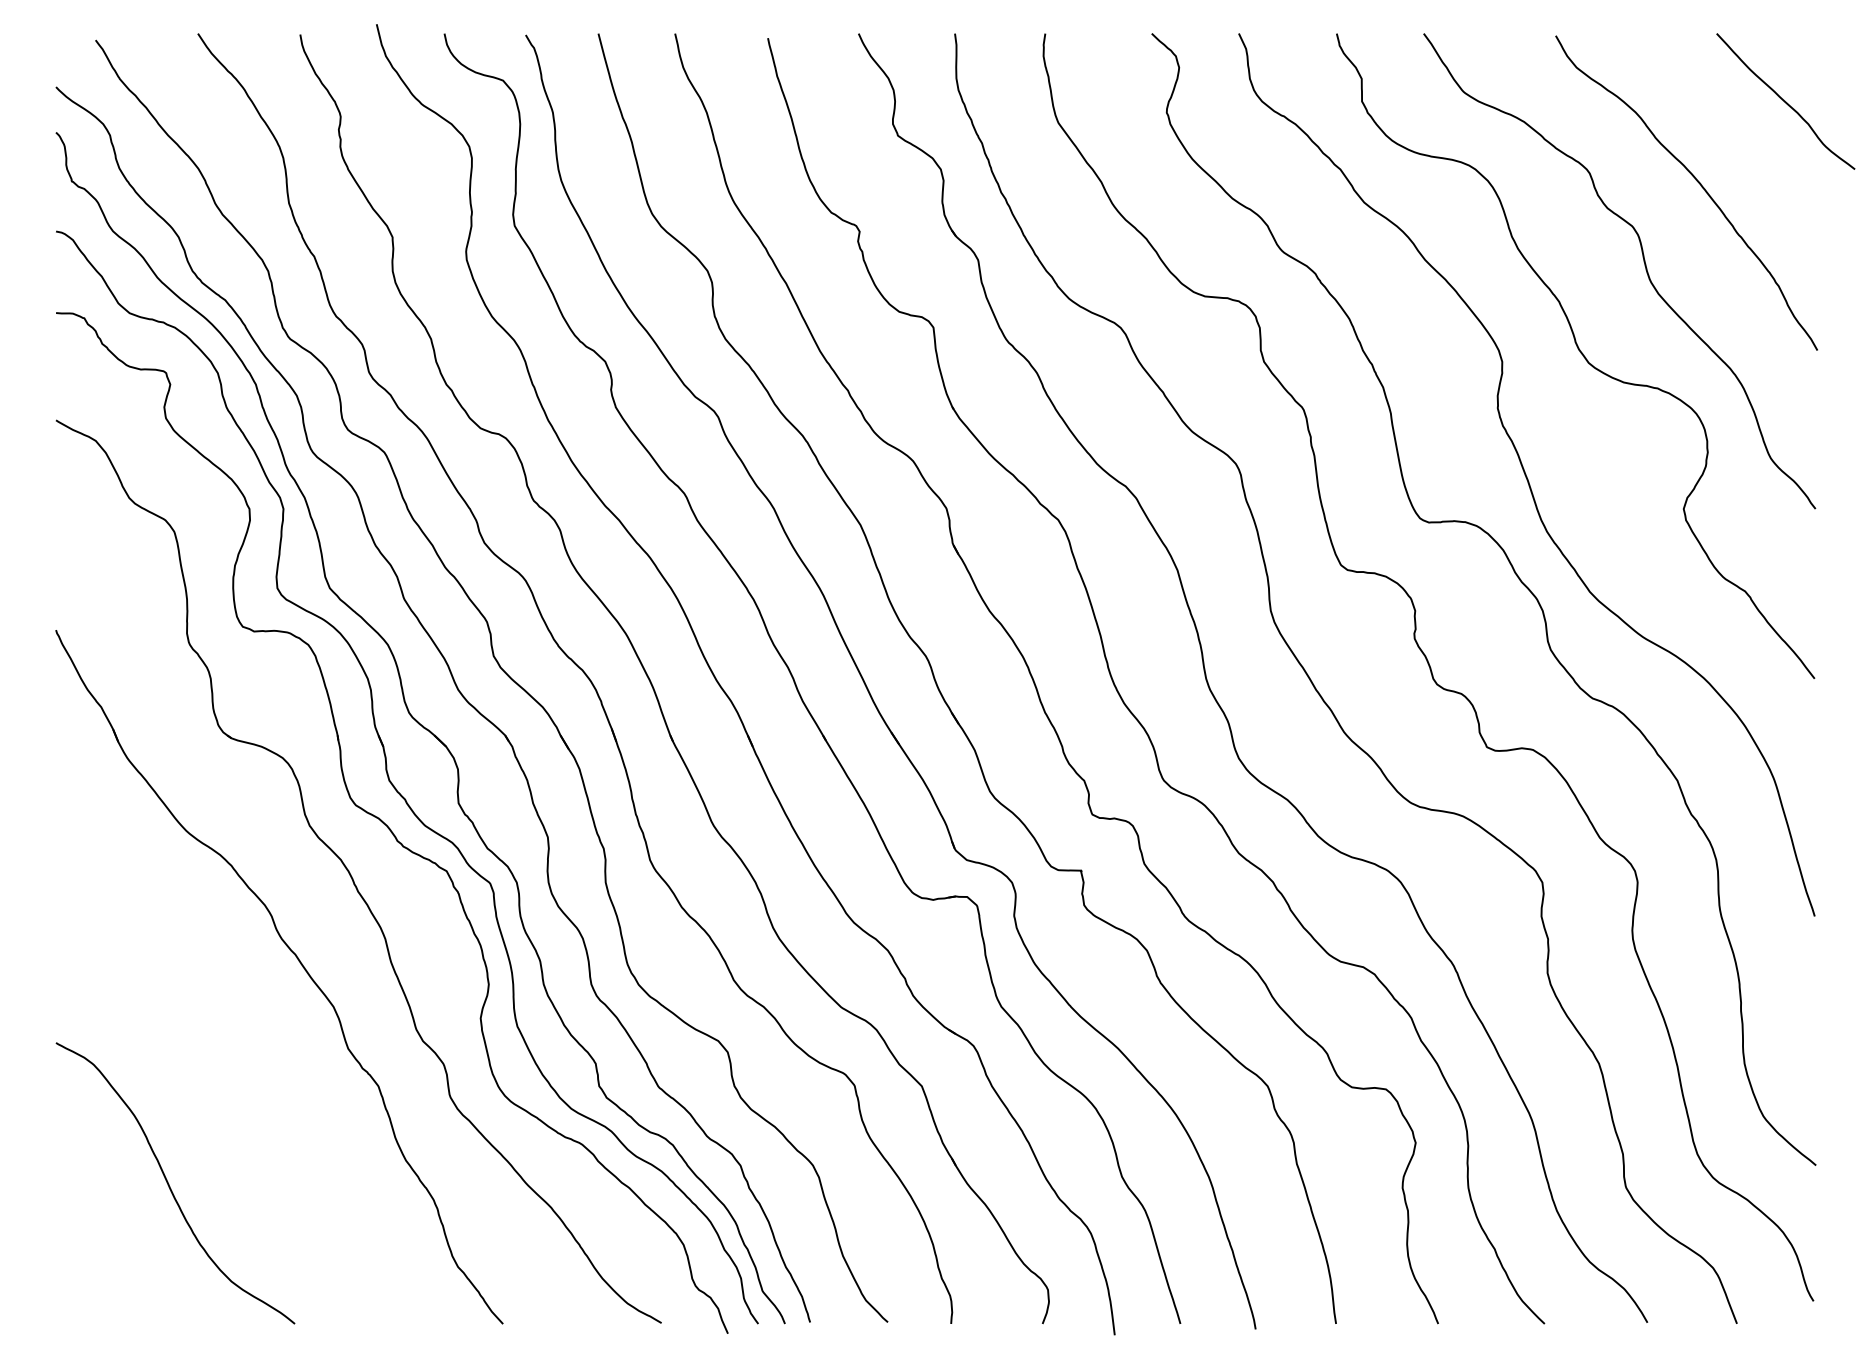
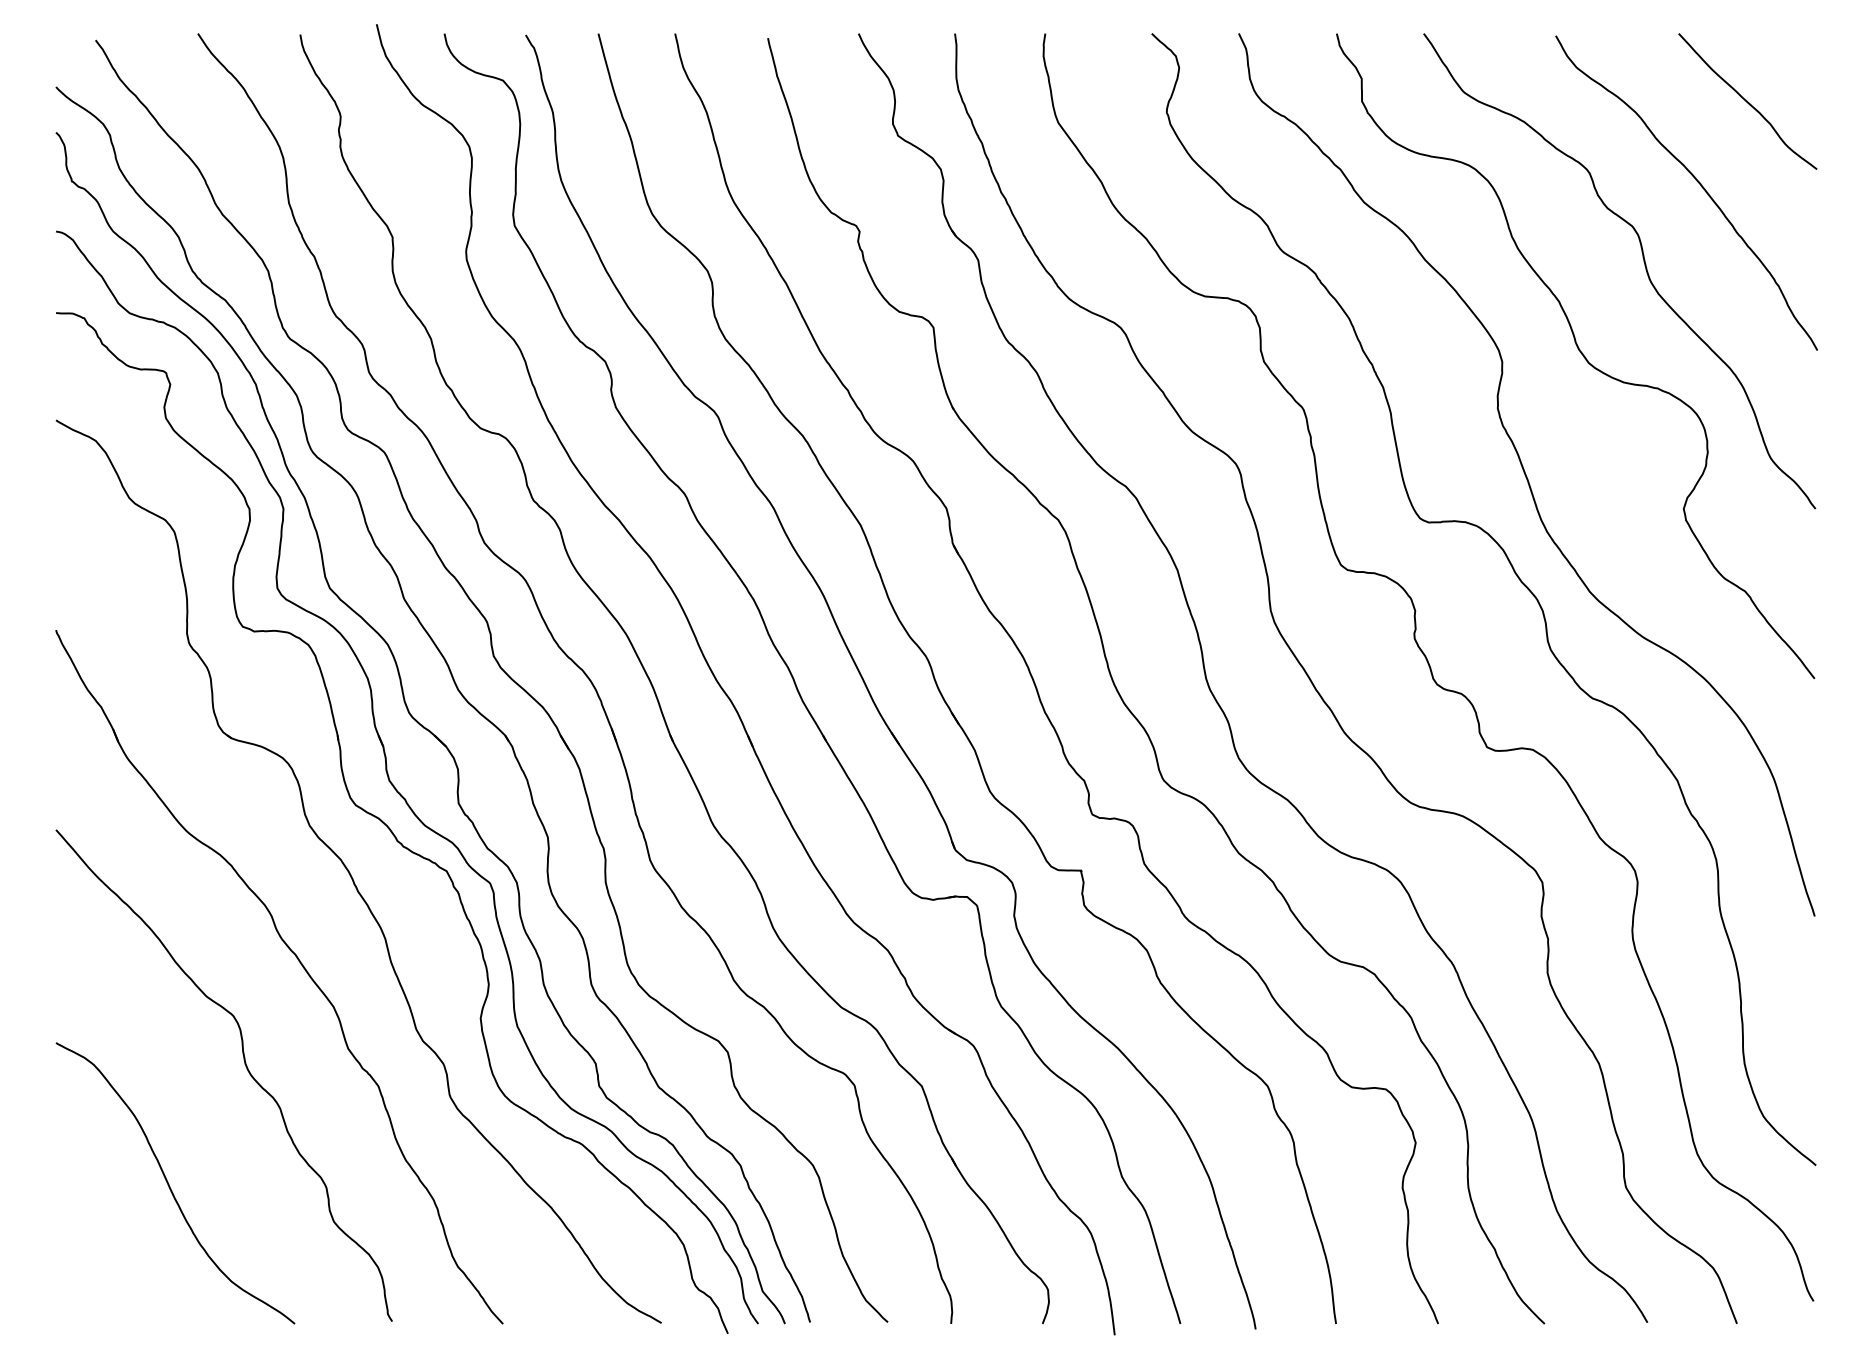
curve at (1785, 101) position: (1785, 101) -> (1747, 101)
curve at (244, 1064): none -> present
